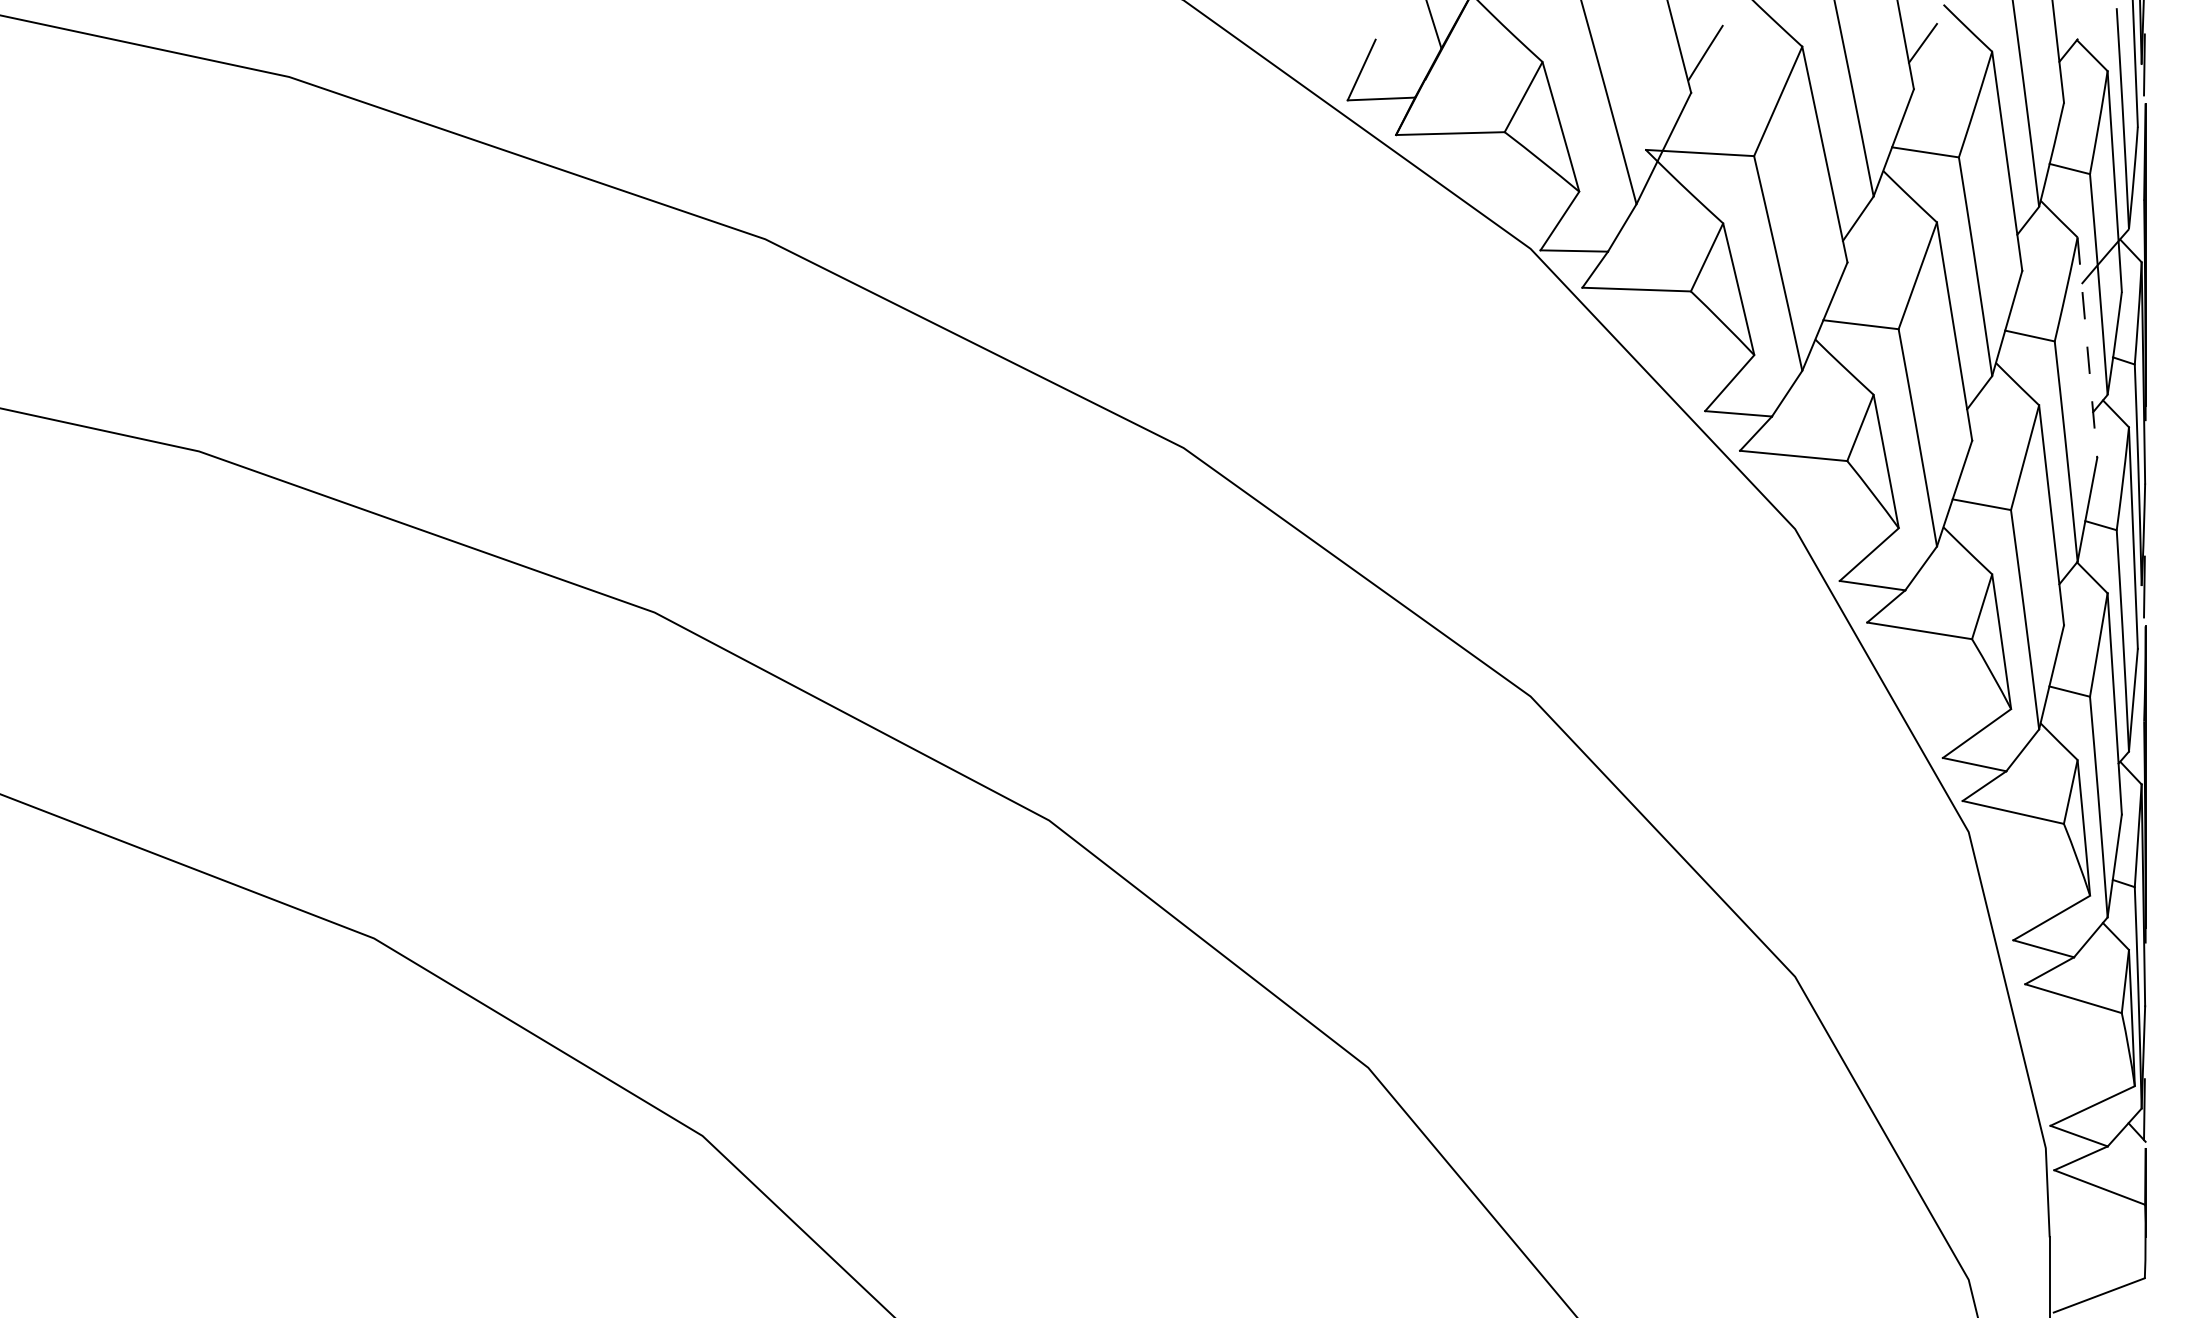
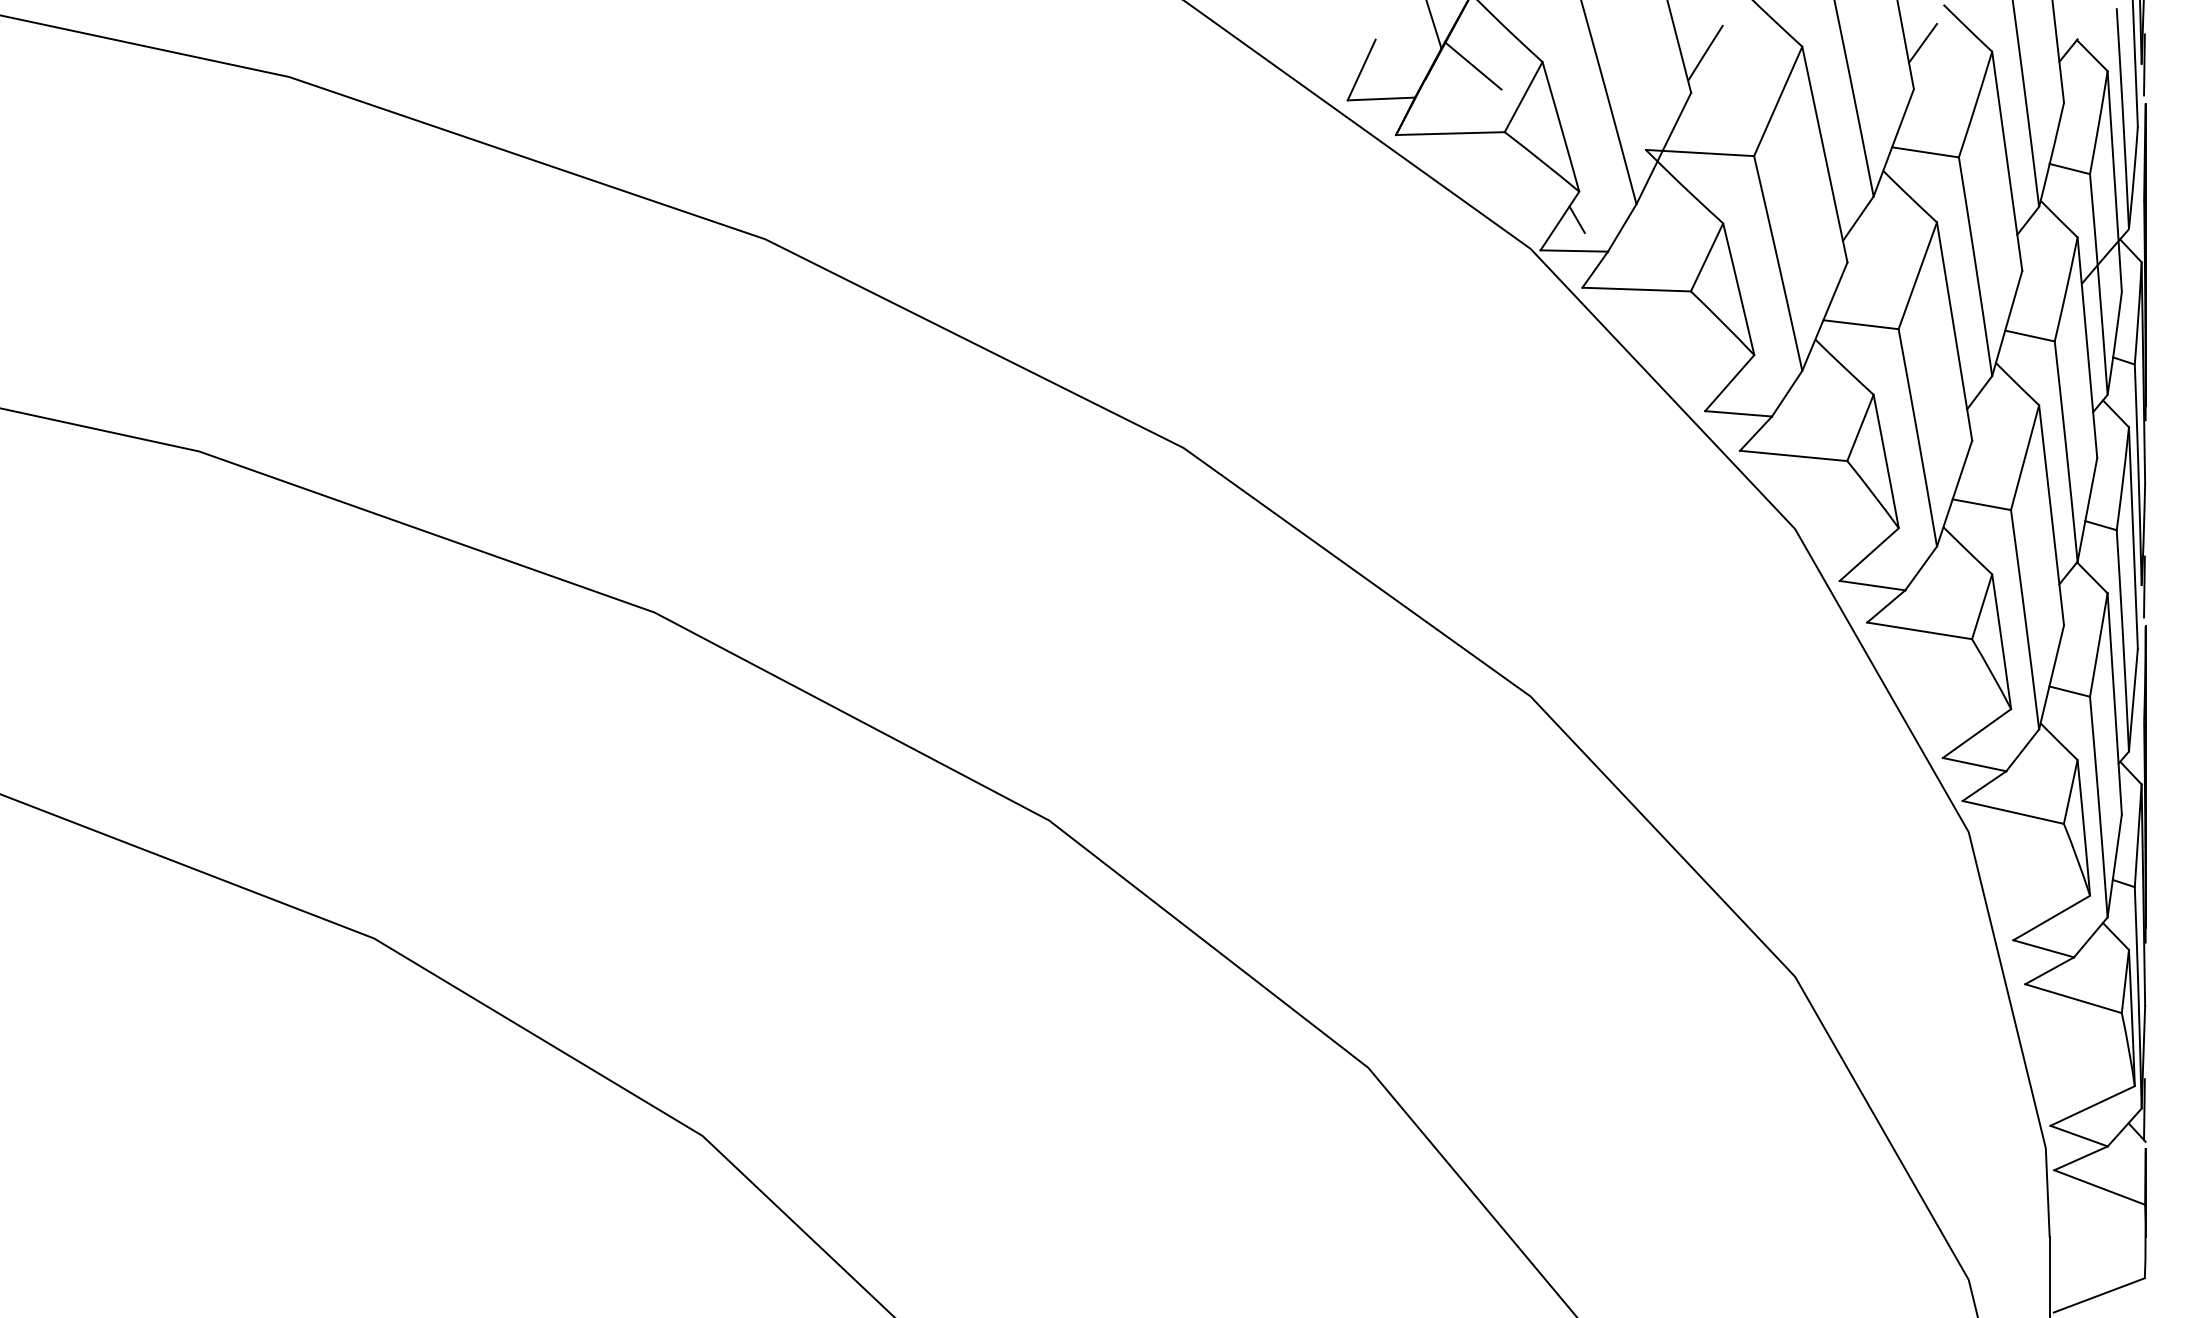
line at (1472, 65): none -> present
line at (1576, 219): none -> present
line at (2087, 347): dashed -> solid
